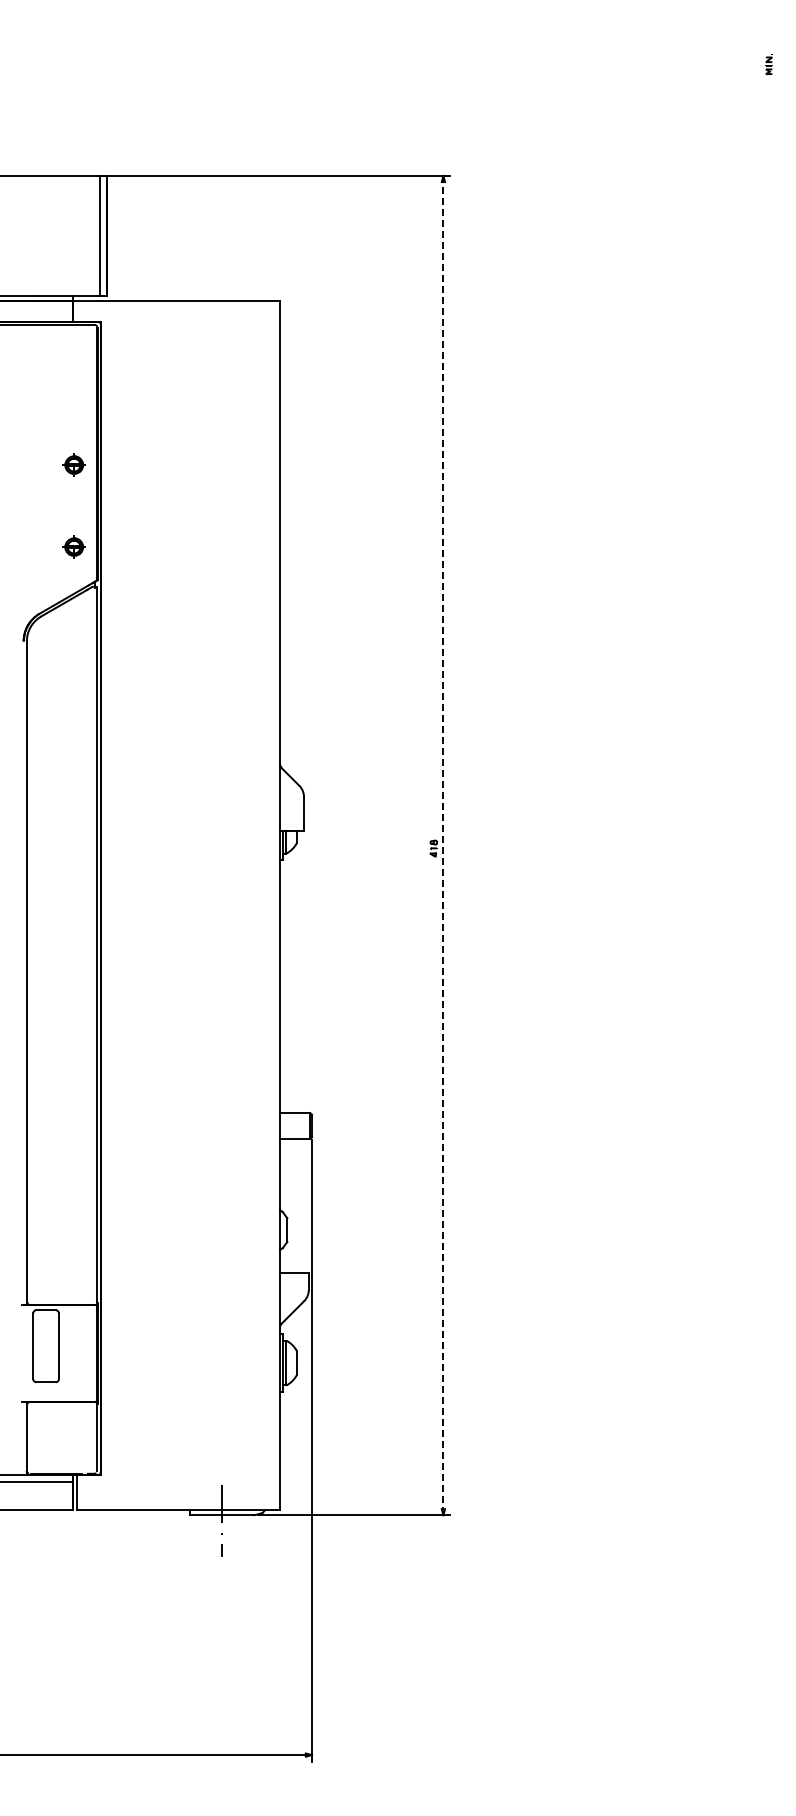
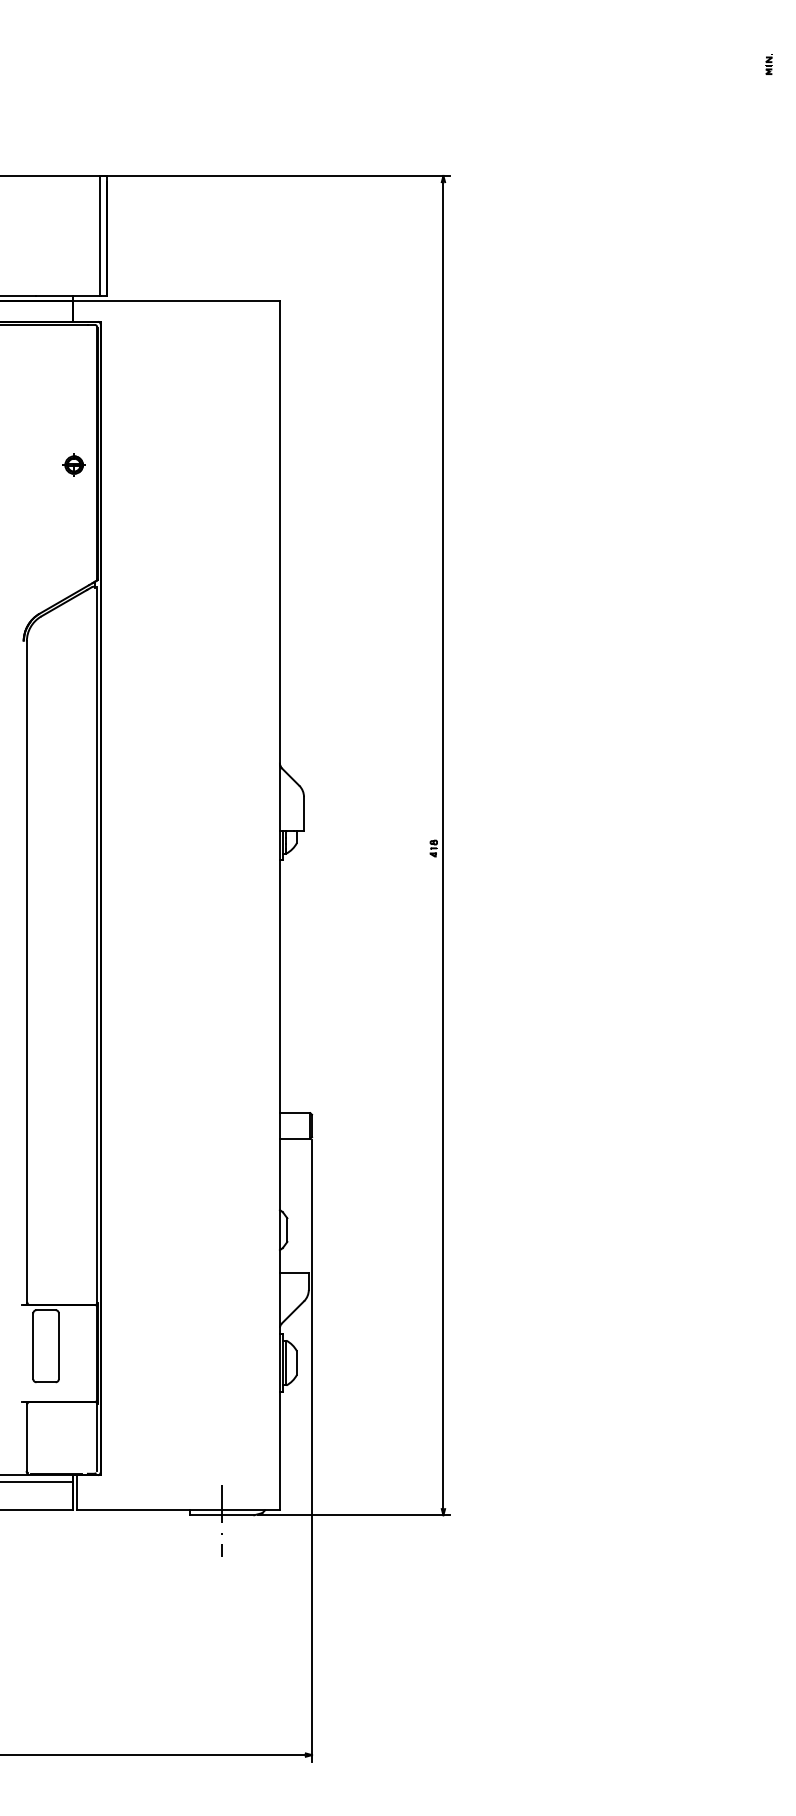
part at (73, 546): present -> none
line at (443, 845): dashed -> solid
